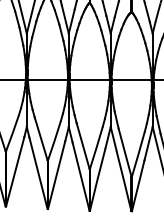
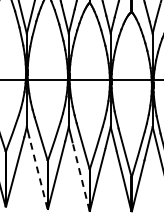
line at (38, 173): solid -> dashed
line at (80, 176): solid -> dashed
